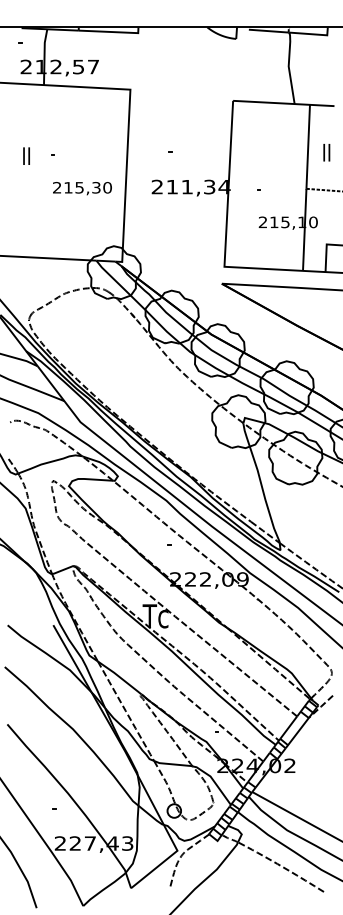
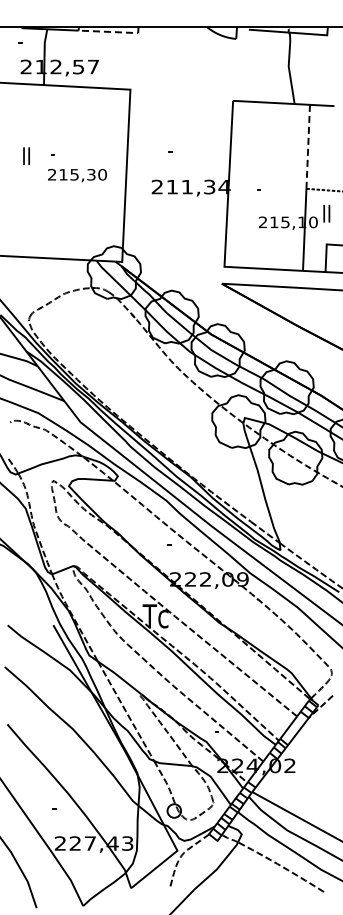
line at (111, 32): solid -> dashed
line at (308, 146): solid -> dashed
text at (326, 152) position: (326, 152) -> (326, 213)
text at (82, 188) position: (82, 188) -> (77, 175)
